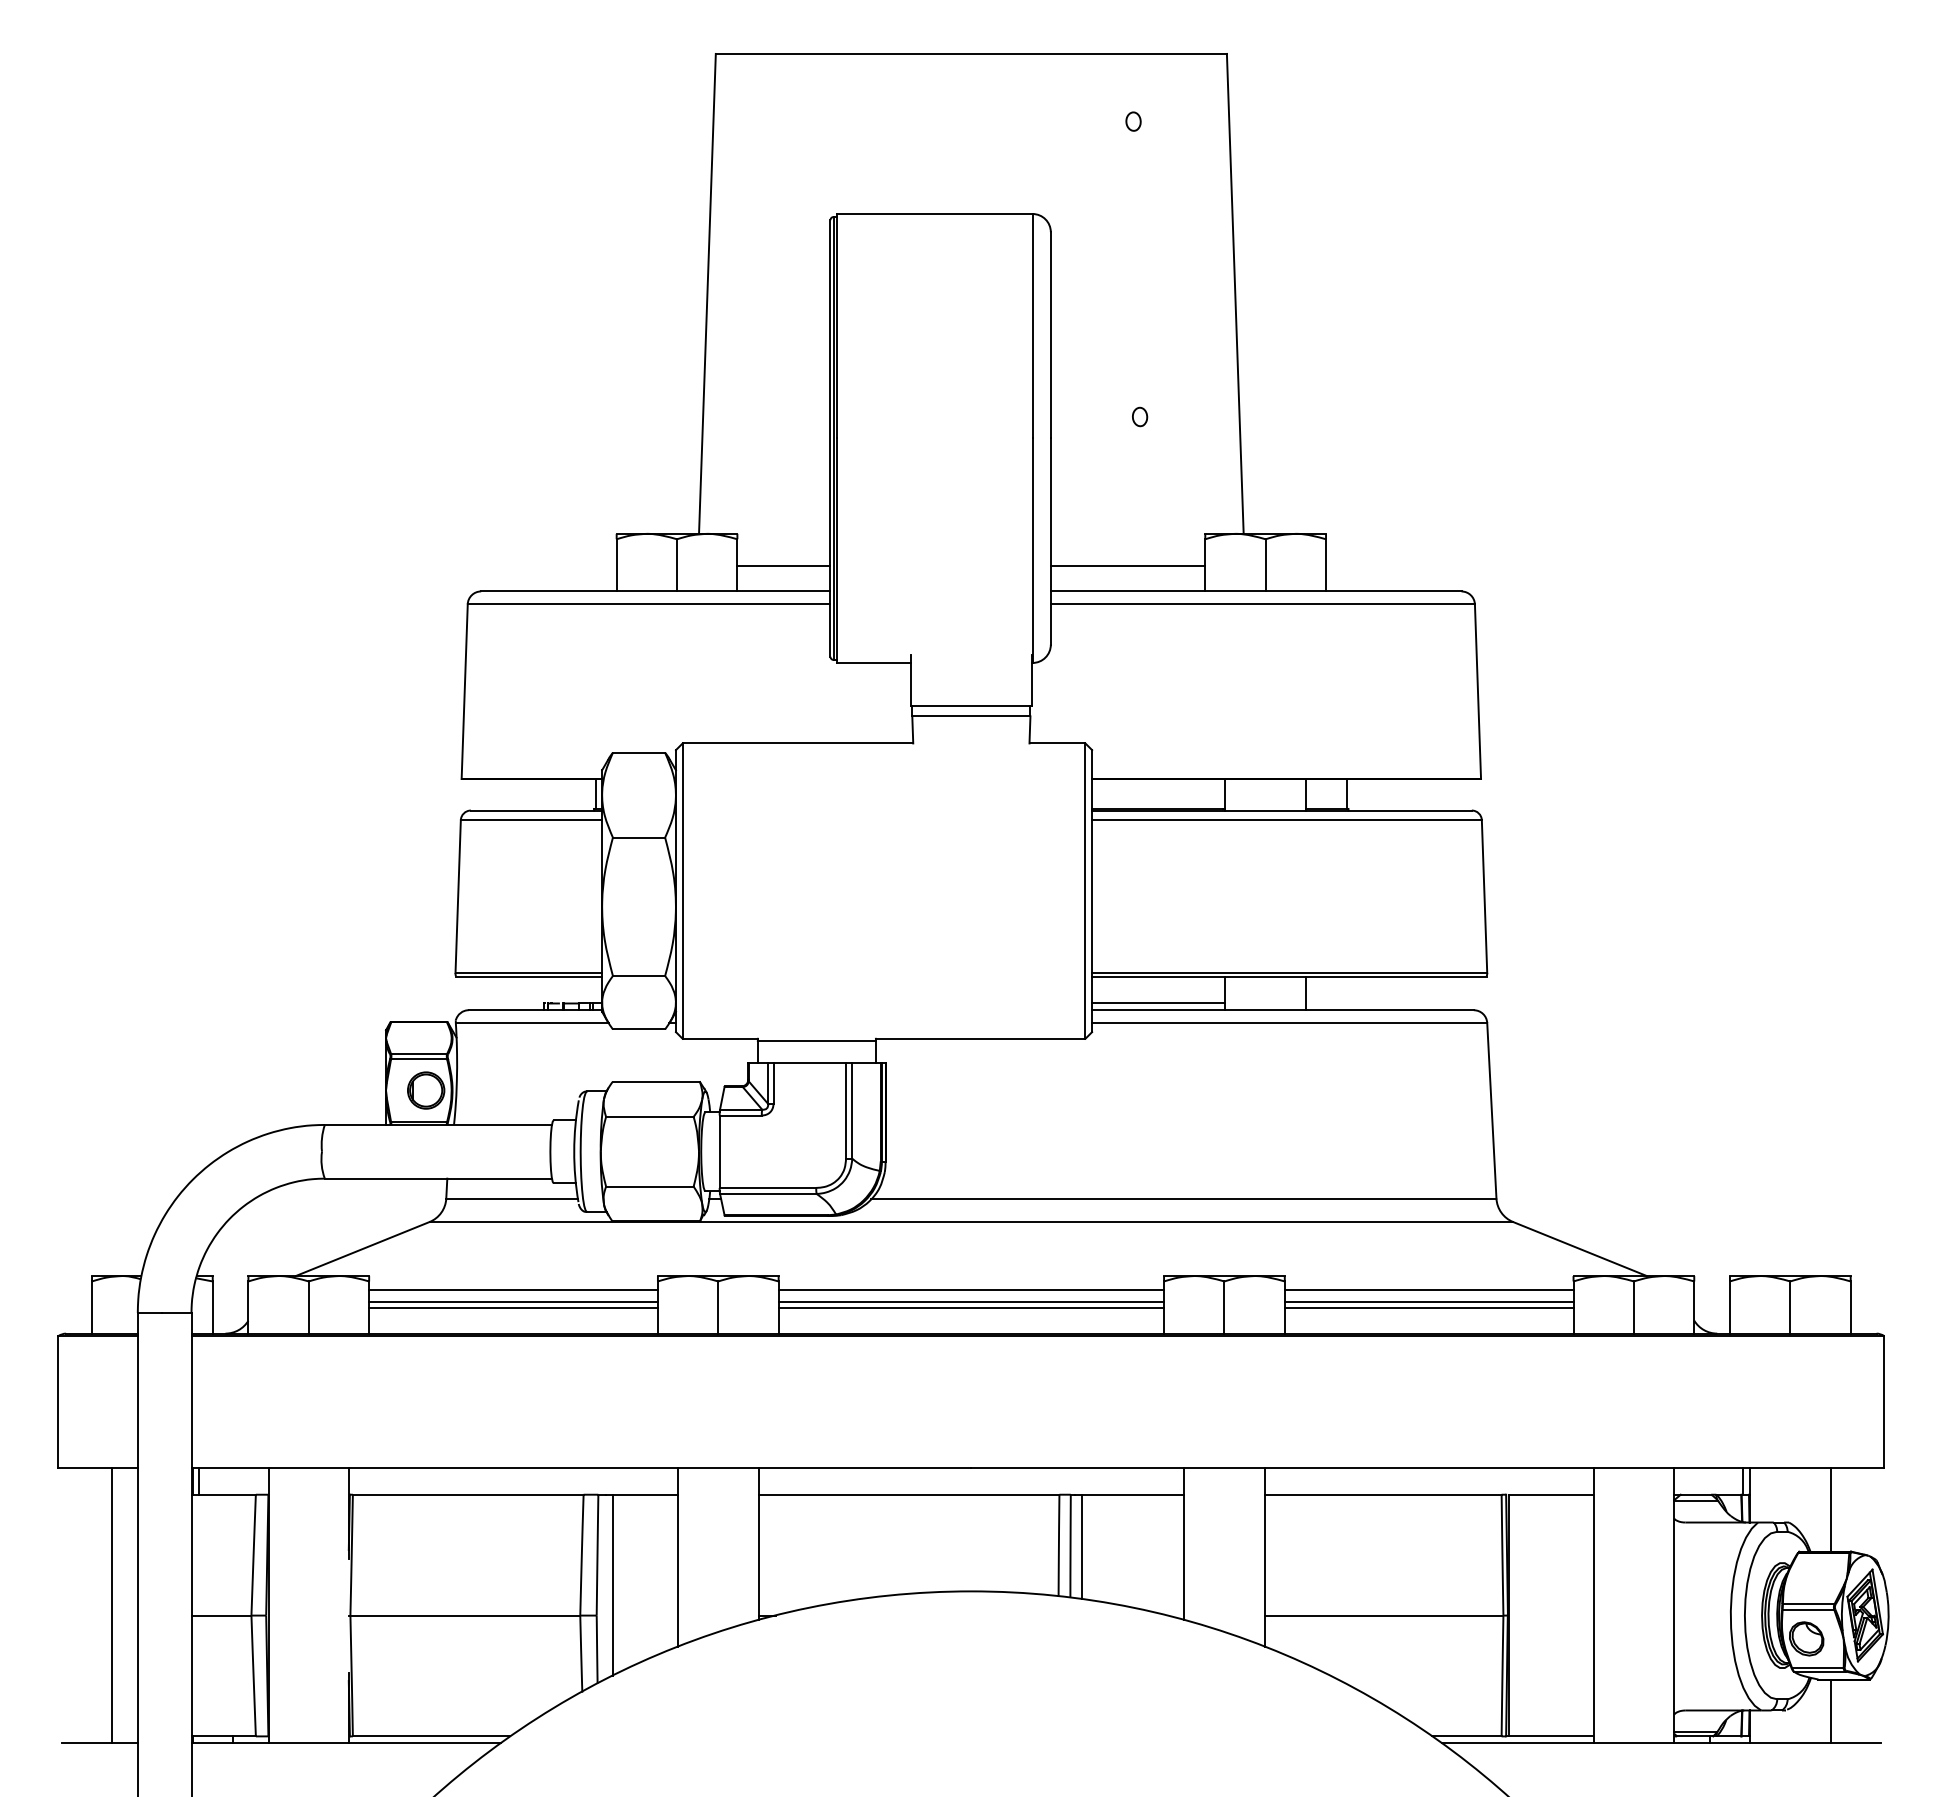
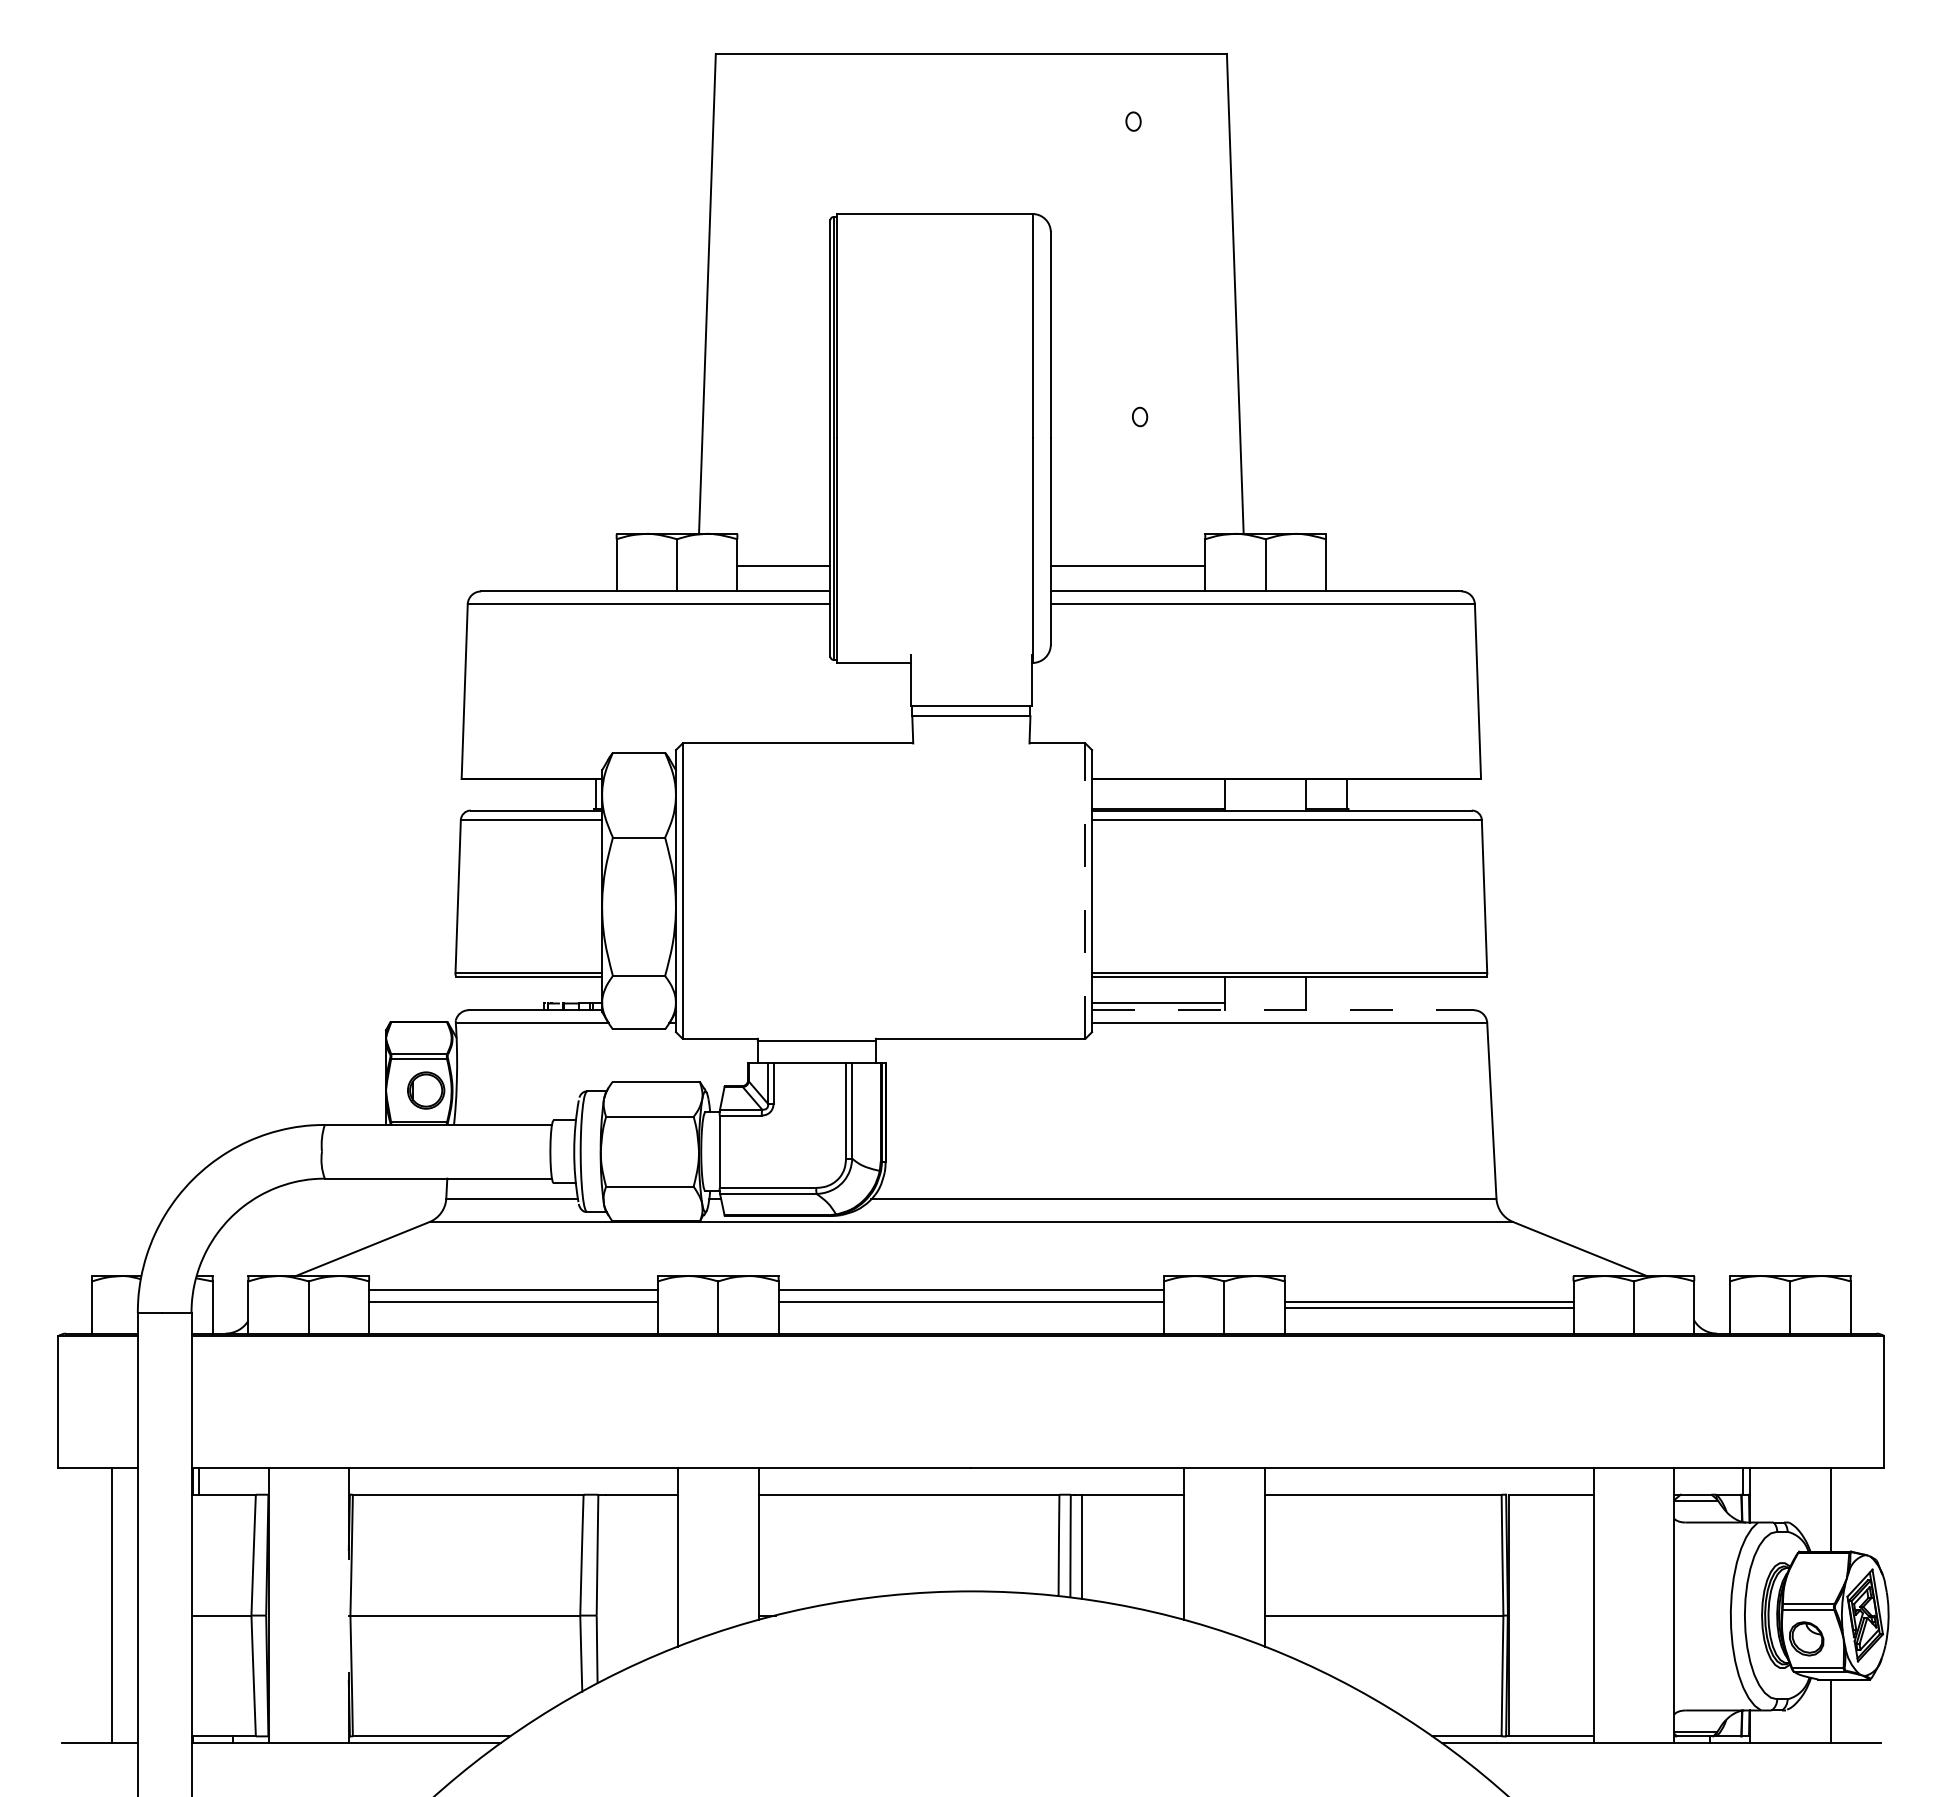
line at (1085, 891): solid -> dashed
line at (1282, 1010): solid -> dashed
line at (1428, 1290): present -> none
line at (513, 1308): present -> none
line at (971, 1308): present -> none
line at (612, 1584): present -> none
